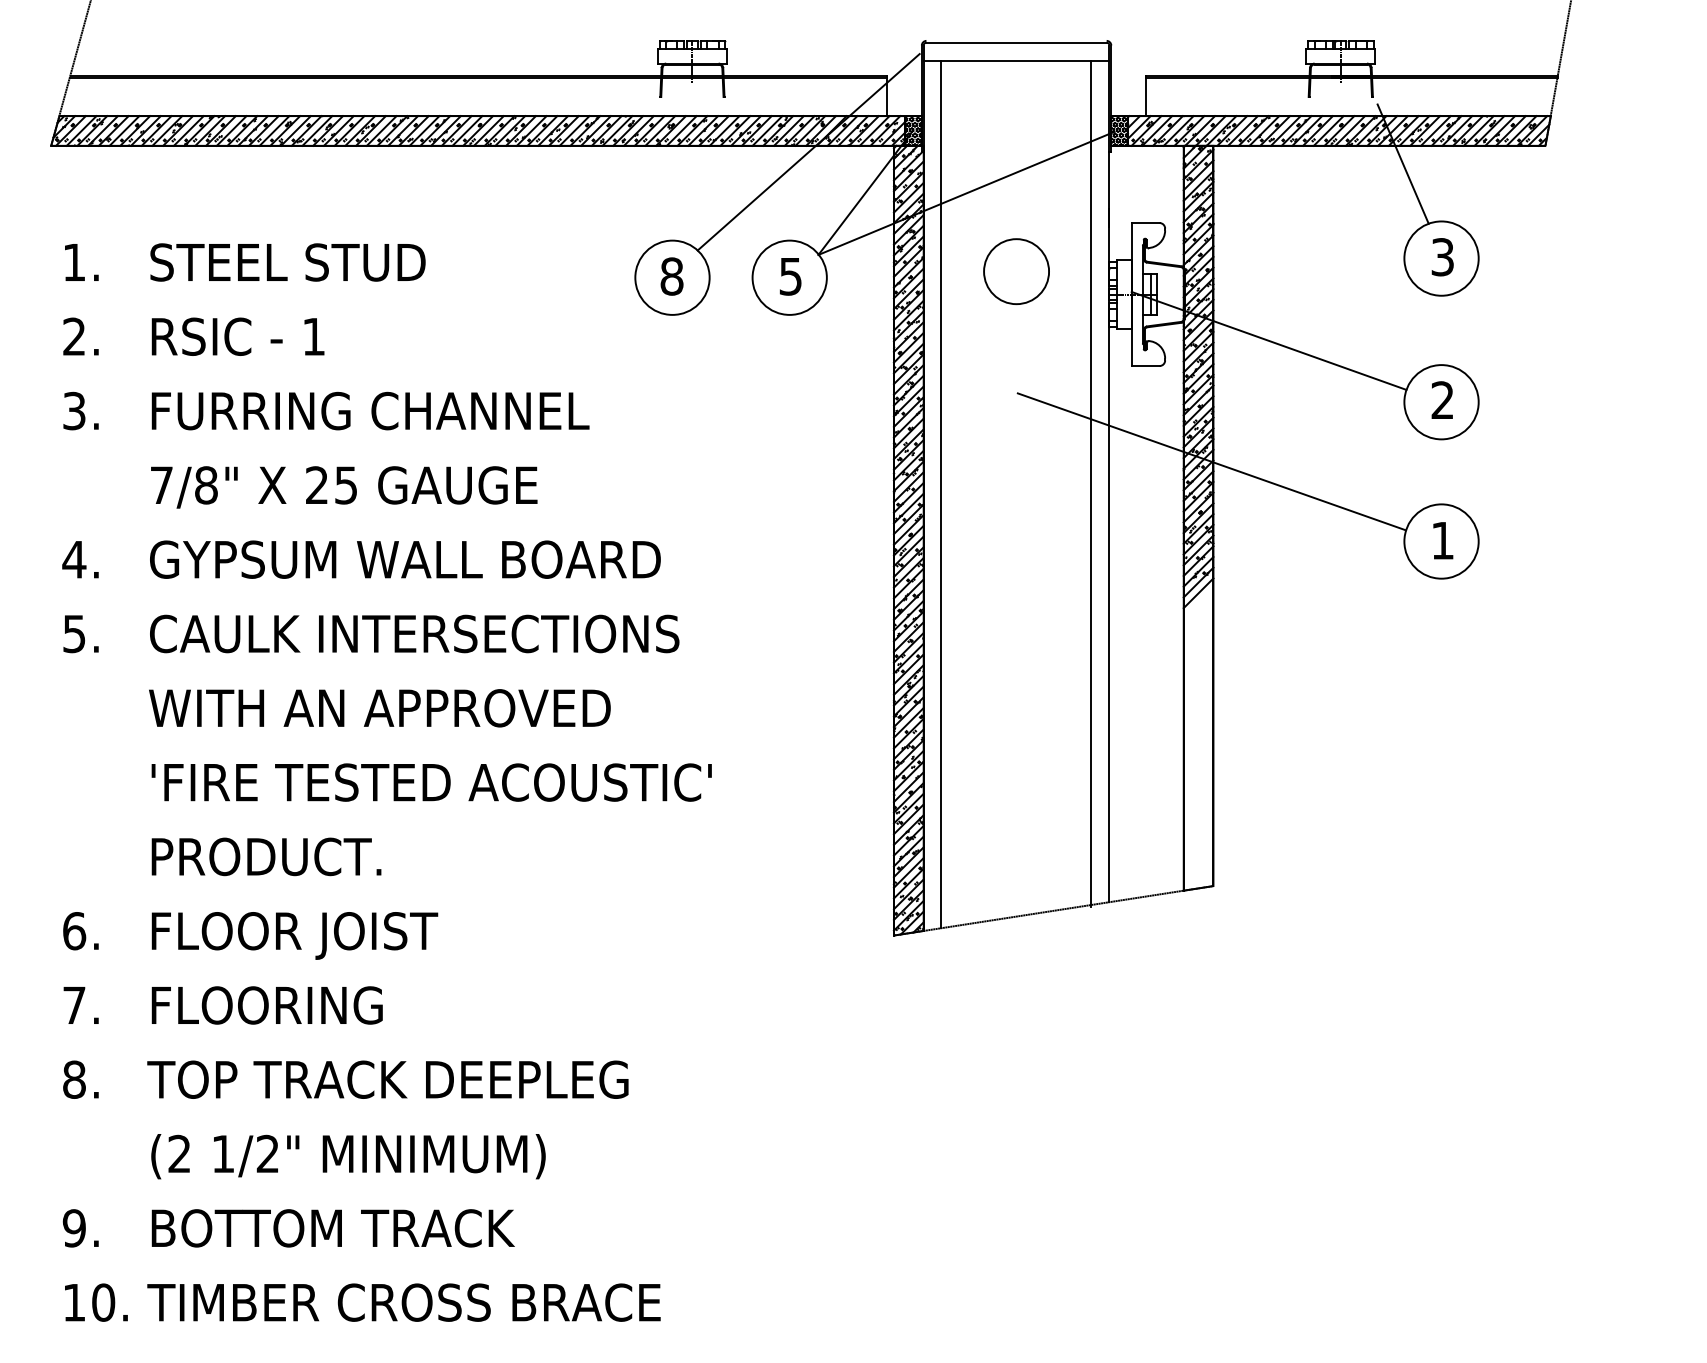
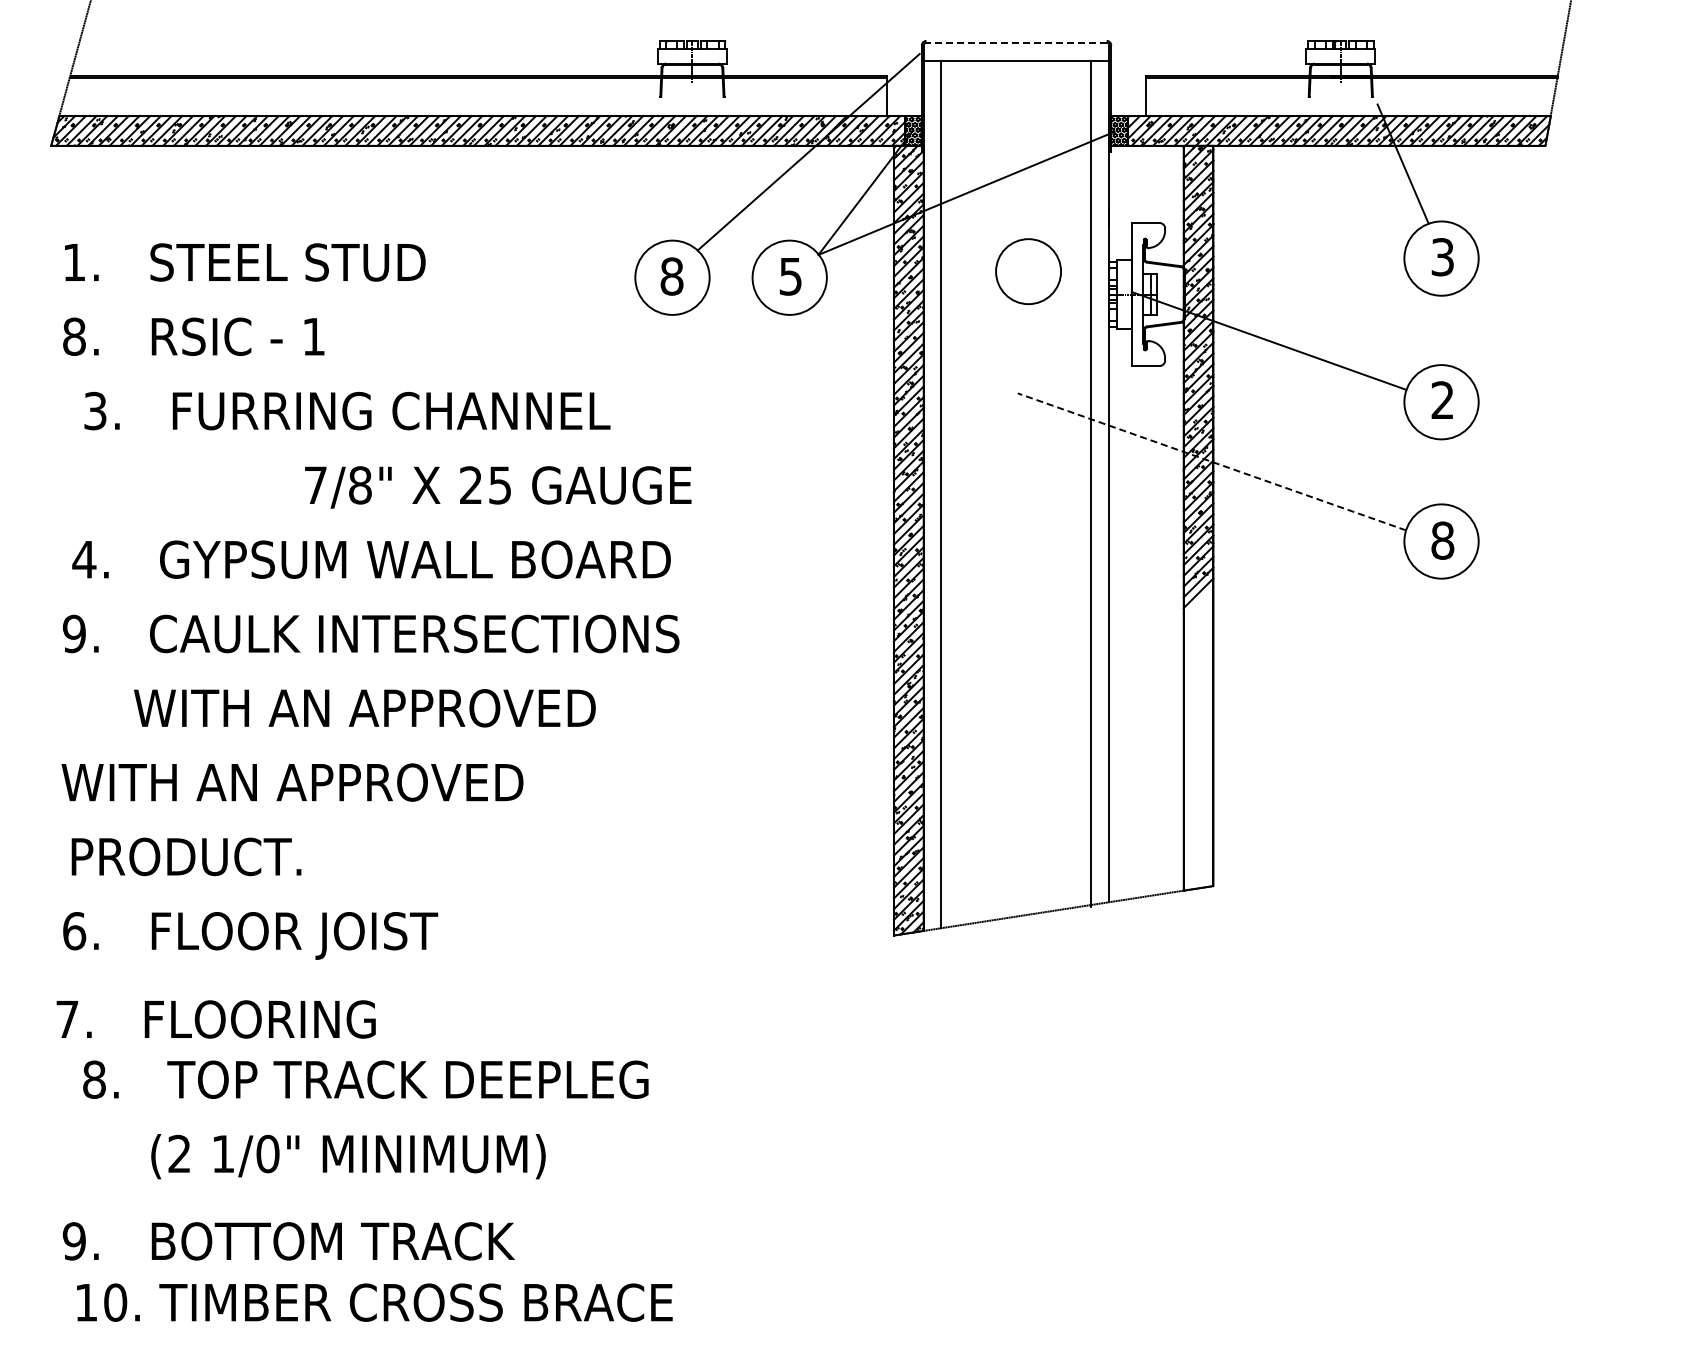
line at (1016, 42): solid -> dashed
circle at (1016, 271) position: (1016, 271) -> (1028, 271)
text at (74, 336): 2. -> 8.
text at (326, 410) position: (326, 410) -> (347, 410)
line at (1211, 461): solid -> dashed
text at (344, 487) position: (344, 487) -> (498, 487)
text at (1442, 540): 1 -> 8
text at (361, 559) position: (361, 559) -> (371, 559)
text at (73, 633): 5. -> 9.
text at (379, 708) position: (379, 708) -> (364, 708)
text at (386, 782): 'FIRE TESTED ACOUSTIC' -> WITH AN APPROVED
text at (266, 856) position: (266, 856) -> (186, 856)
text at (222, 1005) position: (222, 1005) -> (215, 1019)
text at (345, 1079) position: (345, 1079) -> (365, 1079)
text at (267, 1153): 1/2" -> 1/0"
text at (288, 1228) position: (288, 1228) -> (288, 1241)
text at (362, 1302) position: (362, 1302) -> (374, 1302)
